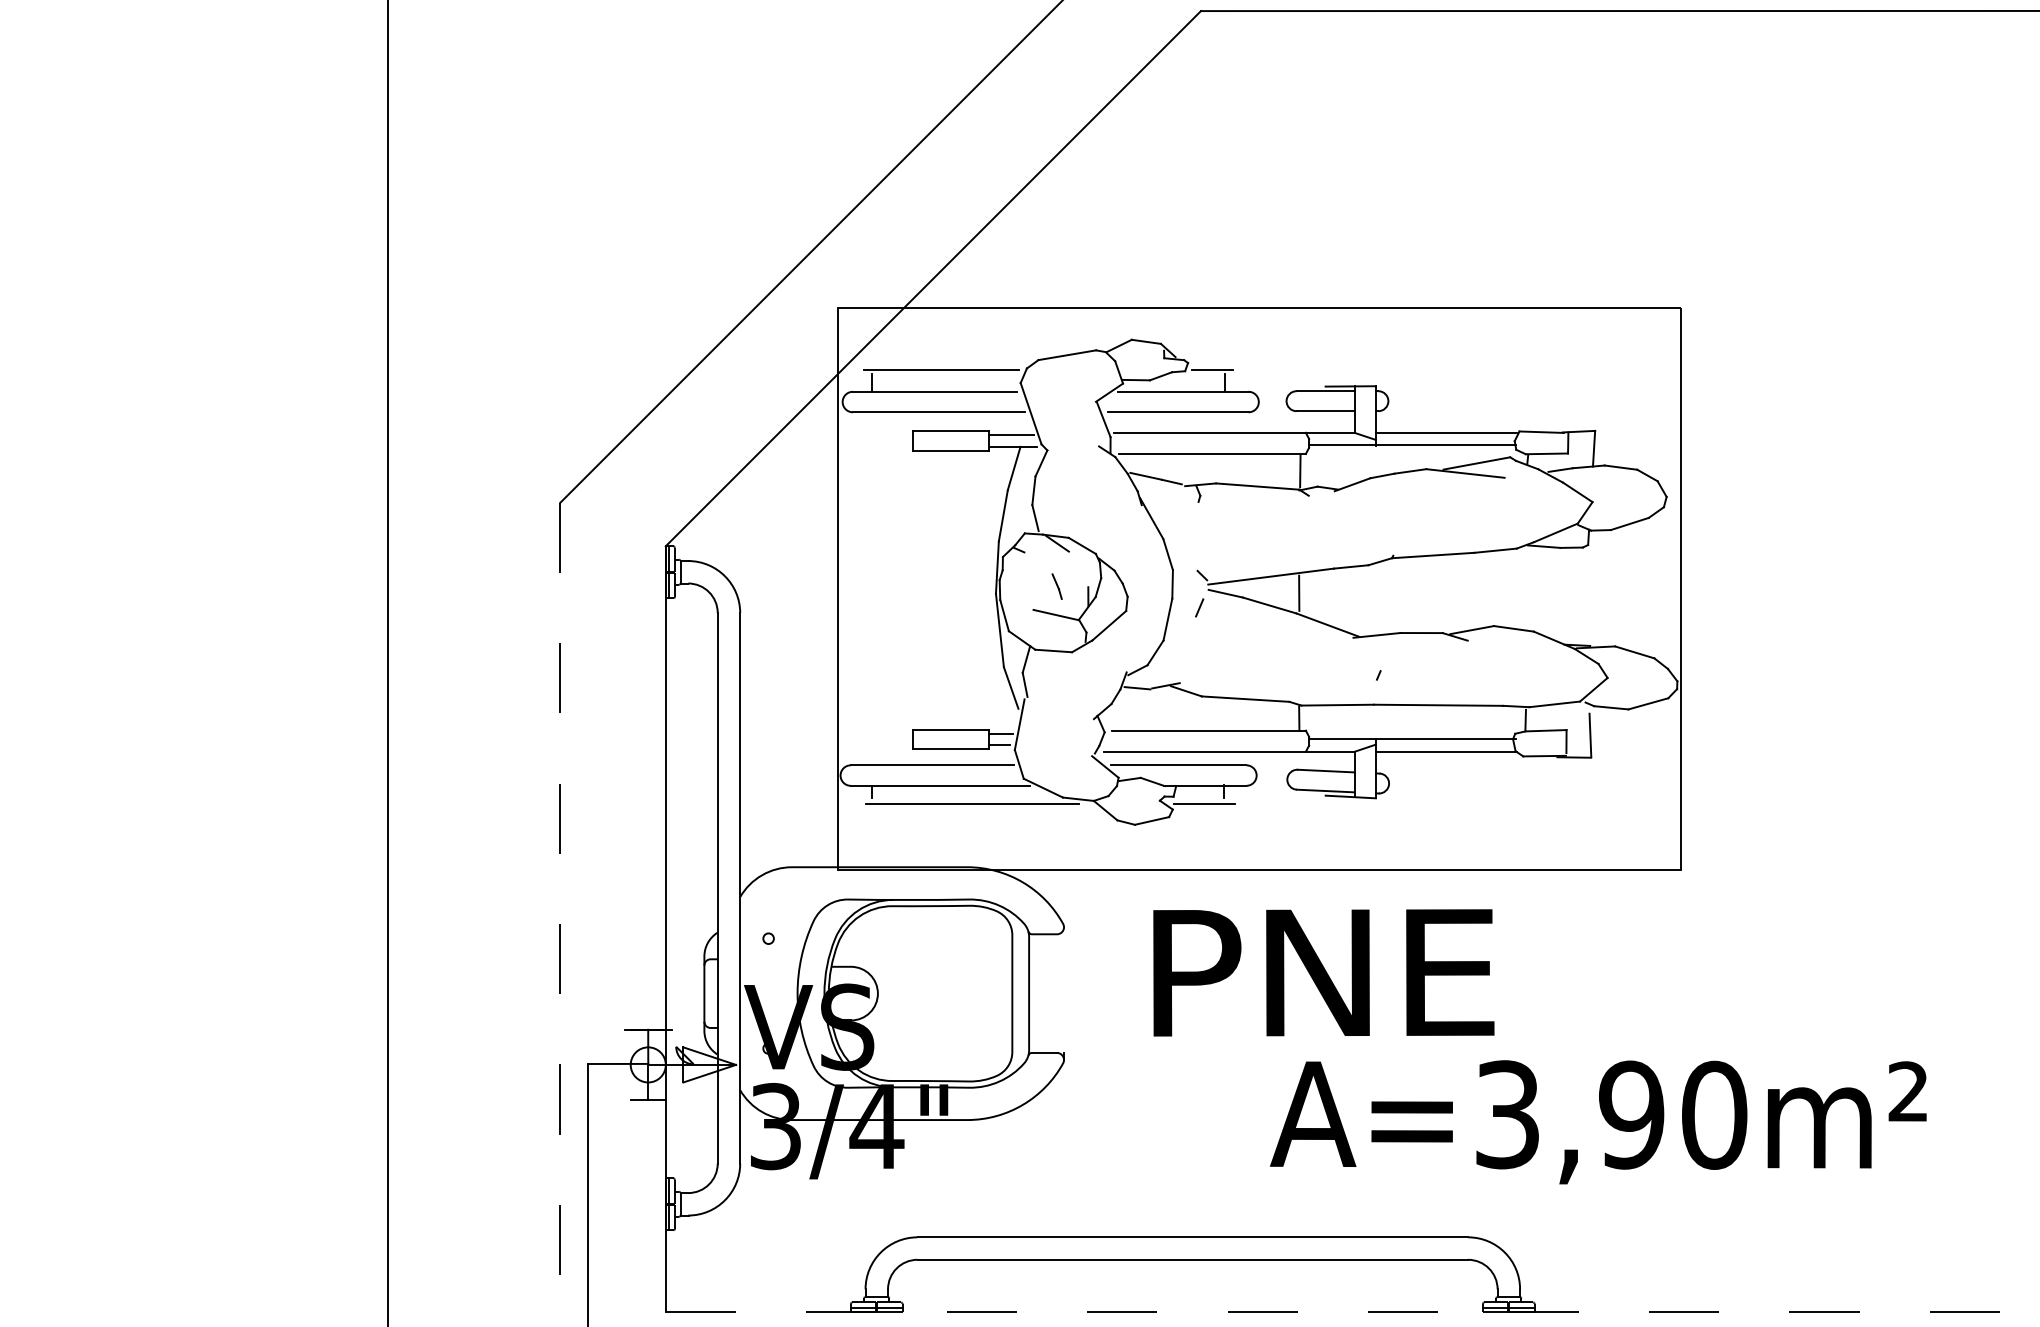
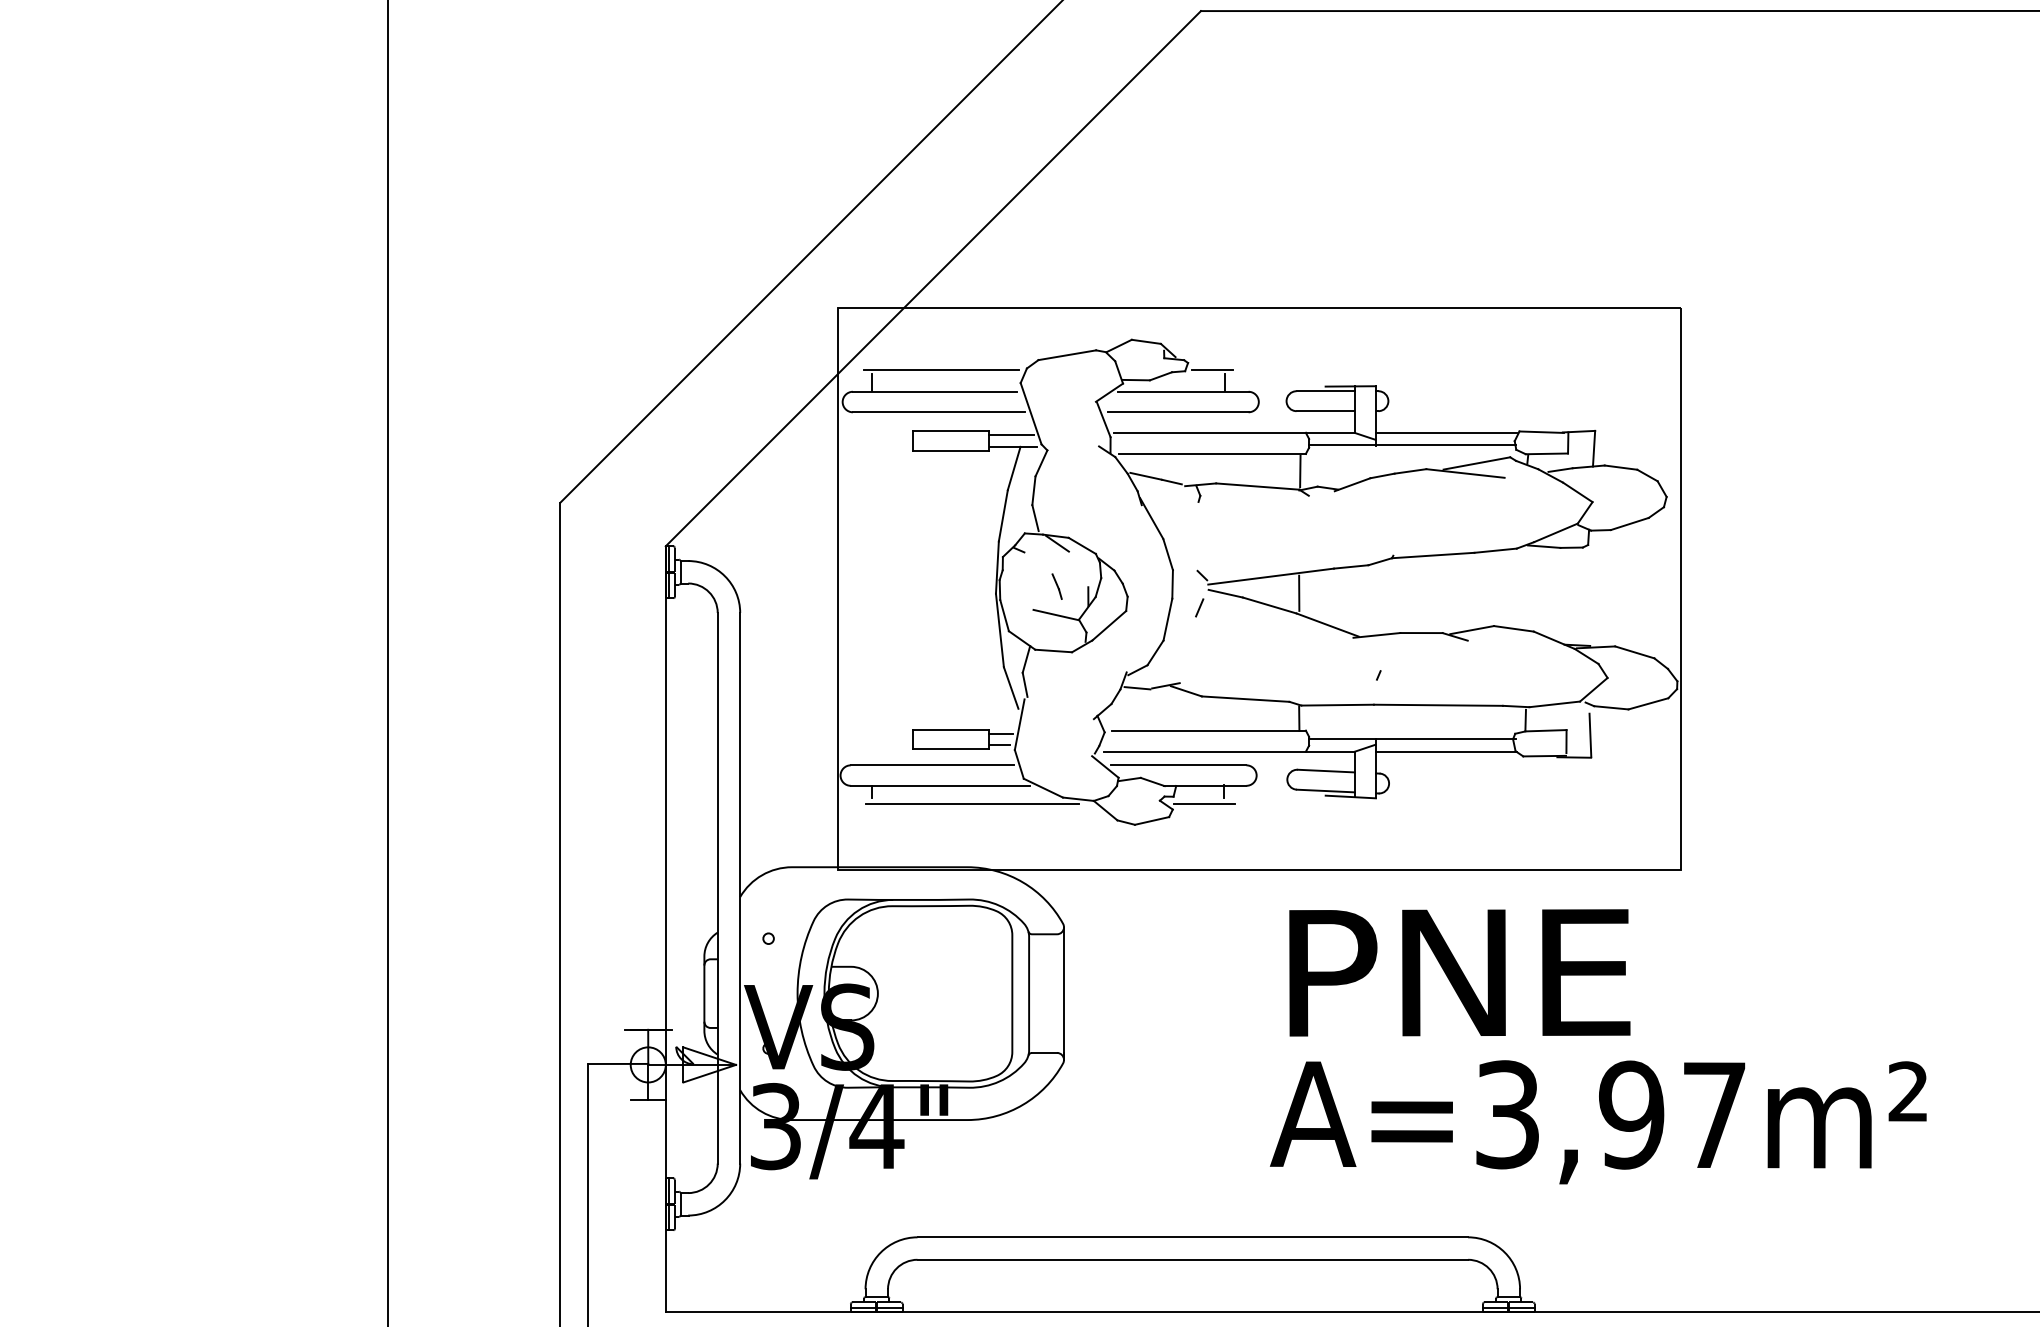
line at (560, 914): dashed -> solid
text at (1323, 972) position: (1323, 972) -> (1459, 972)
line at (1064, 993): none -> present
text at (1714, 1114): A=3,90m² -> A=3,97m²
line at (1352, 1311): dashed -> solid
